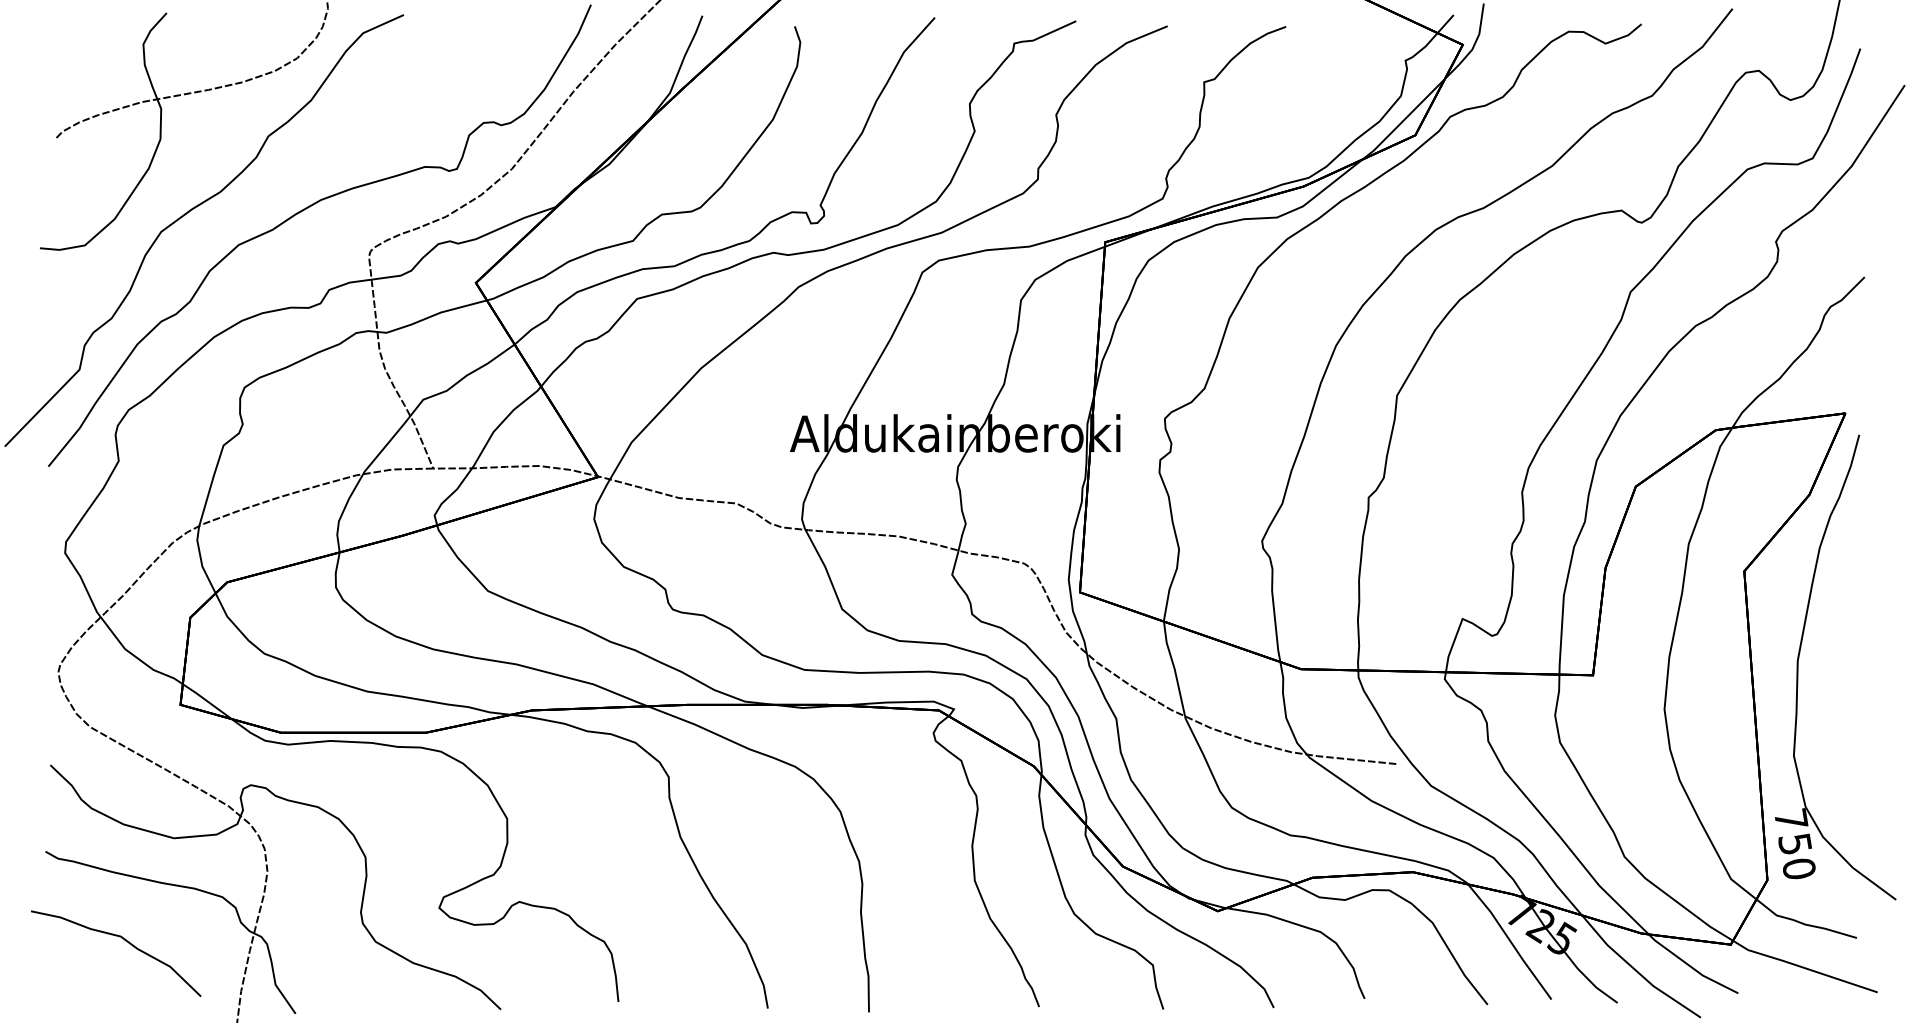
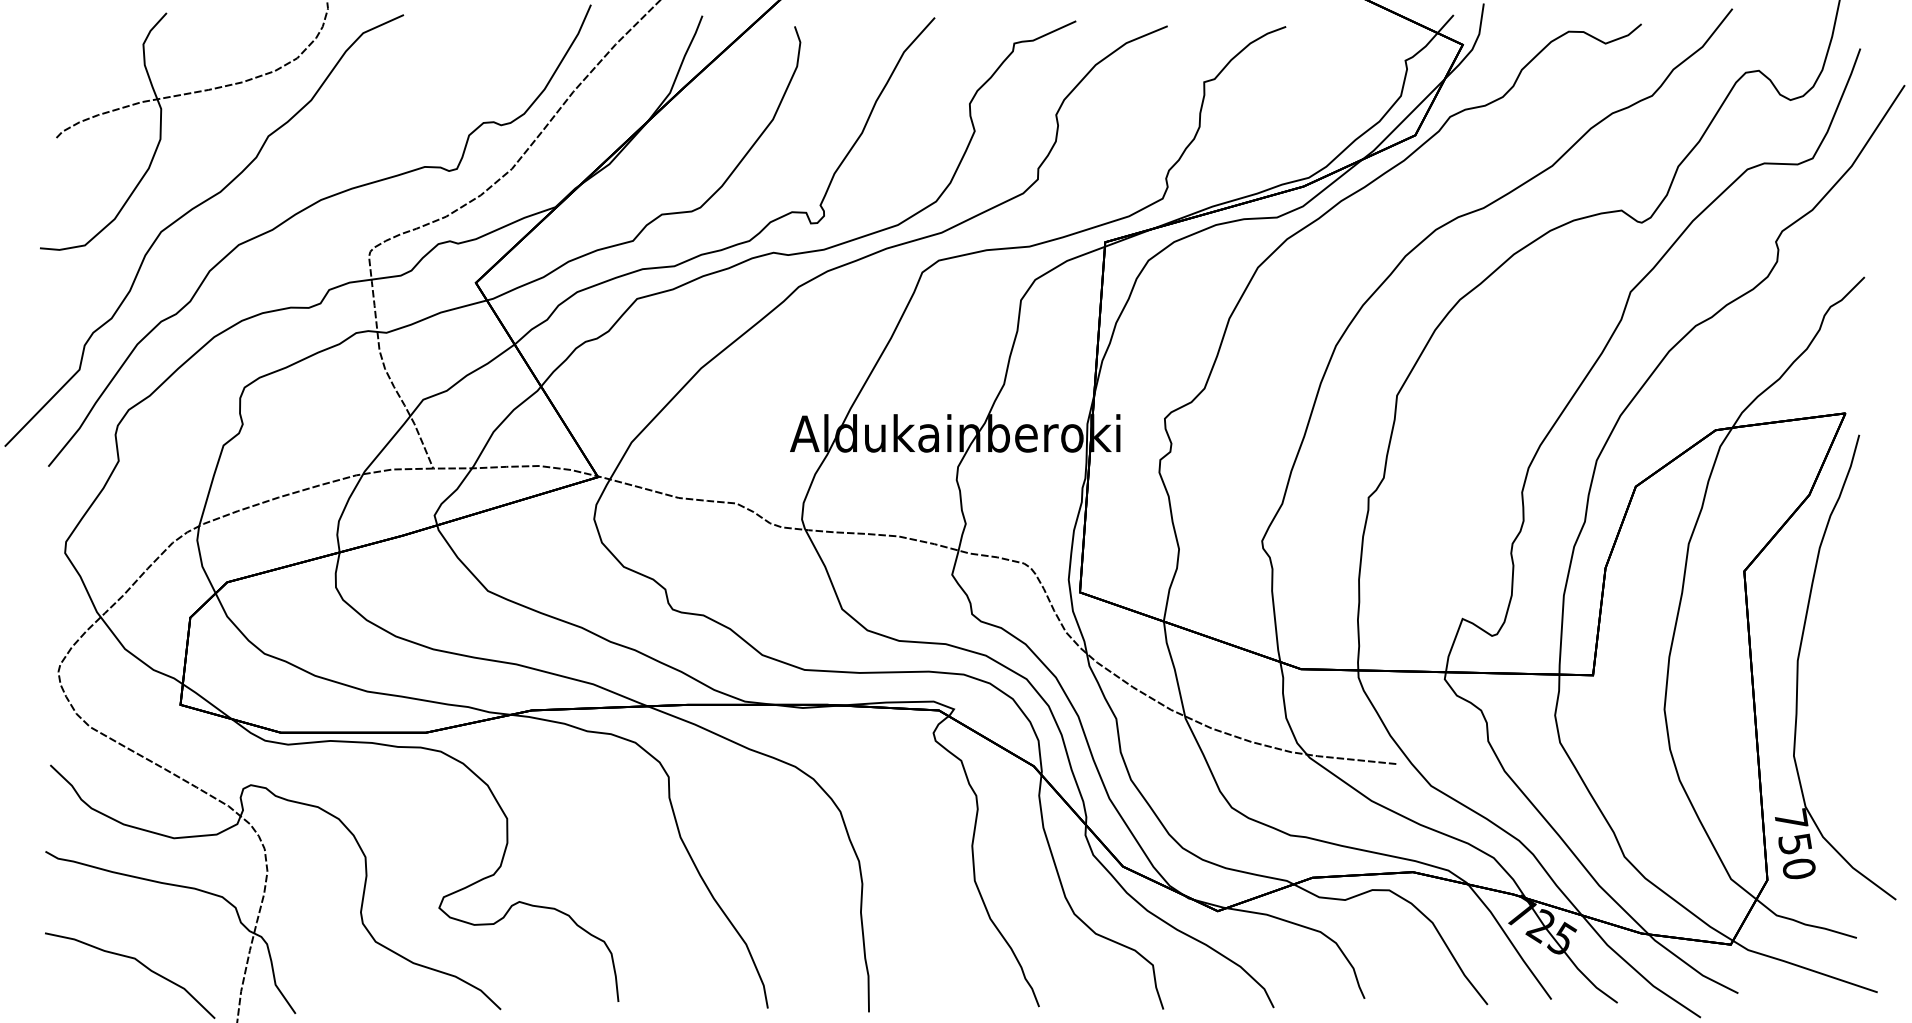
curve at (125, 941) position: (125, 941) -> (139, 963)
